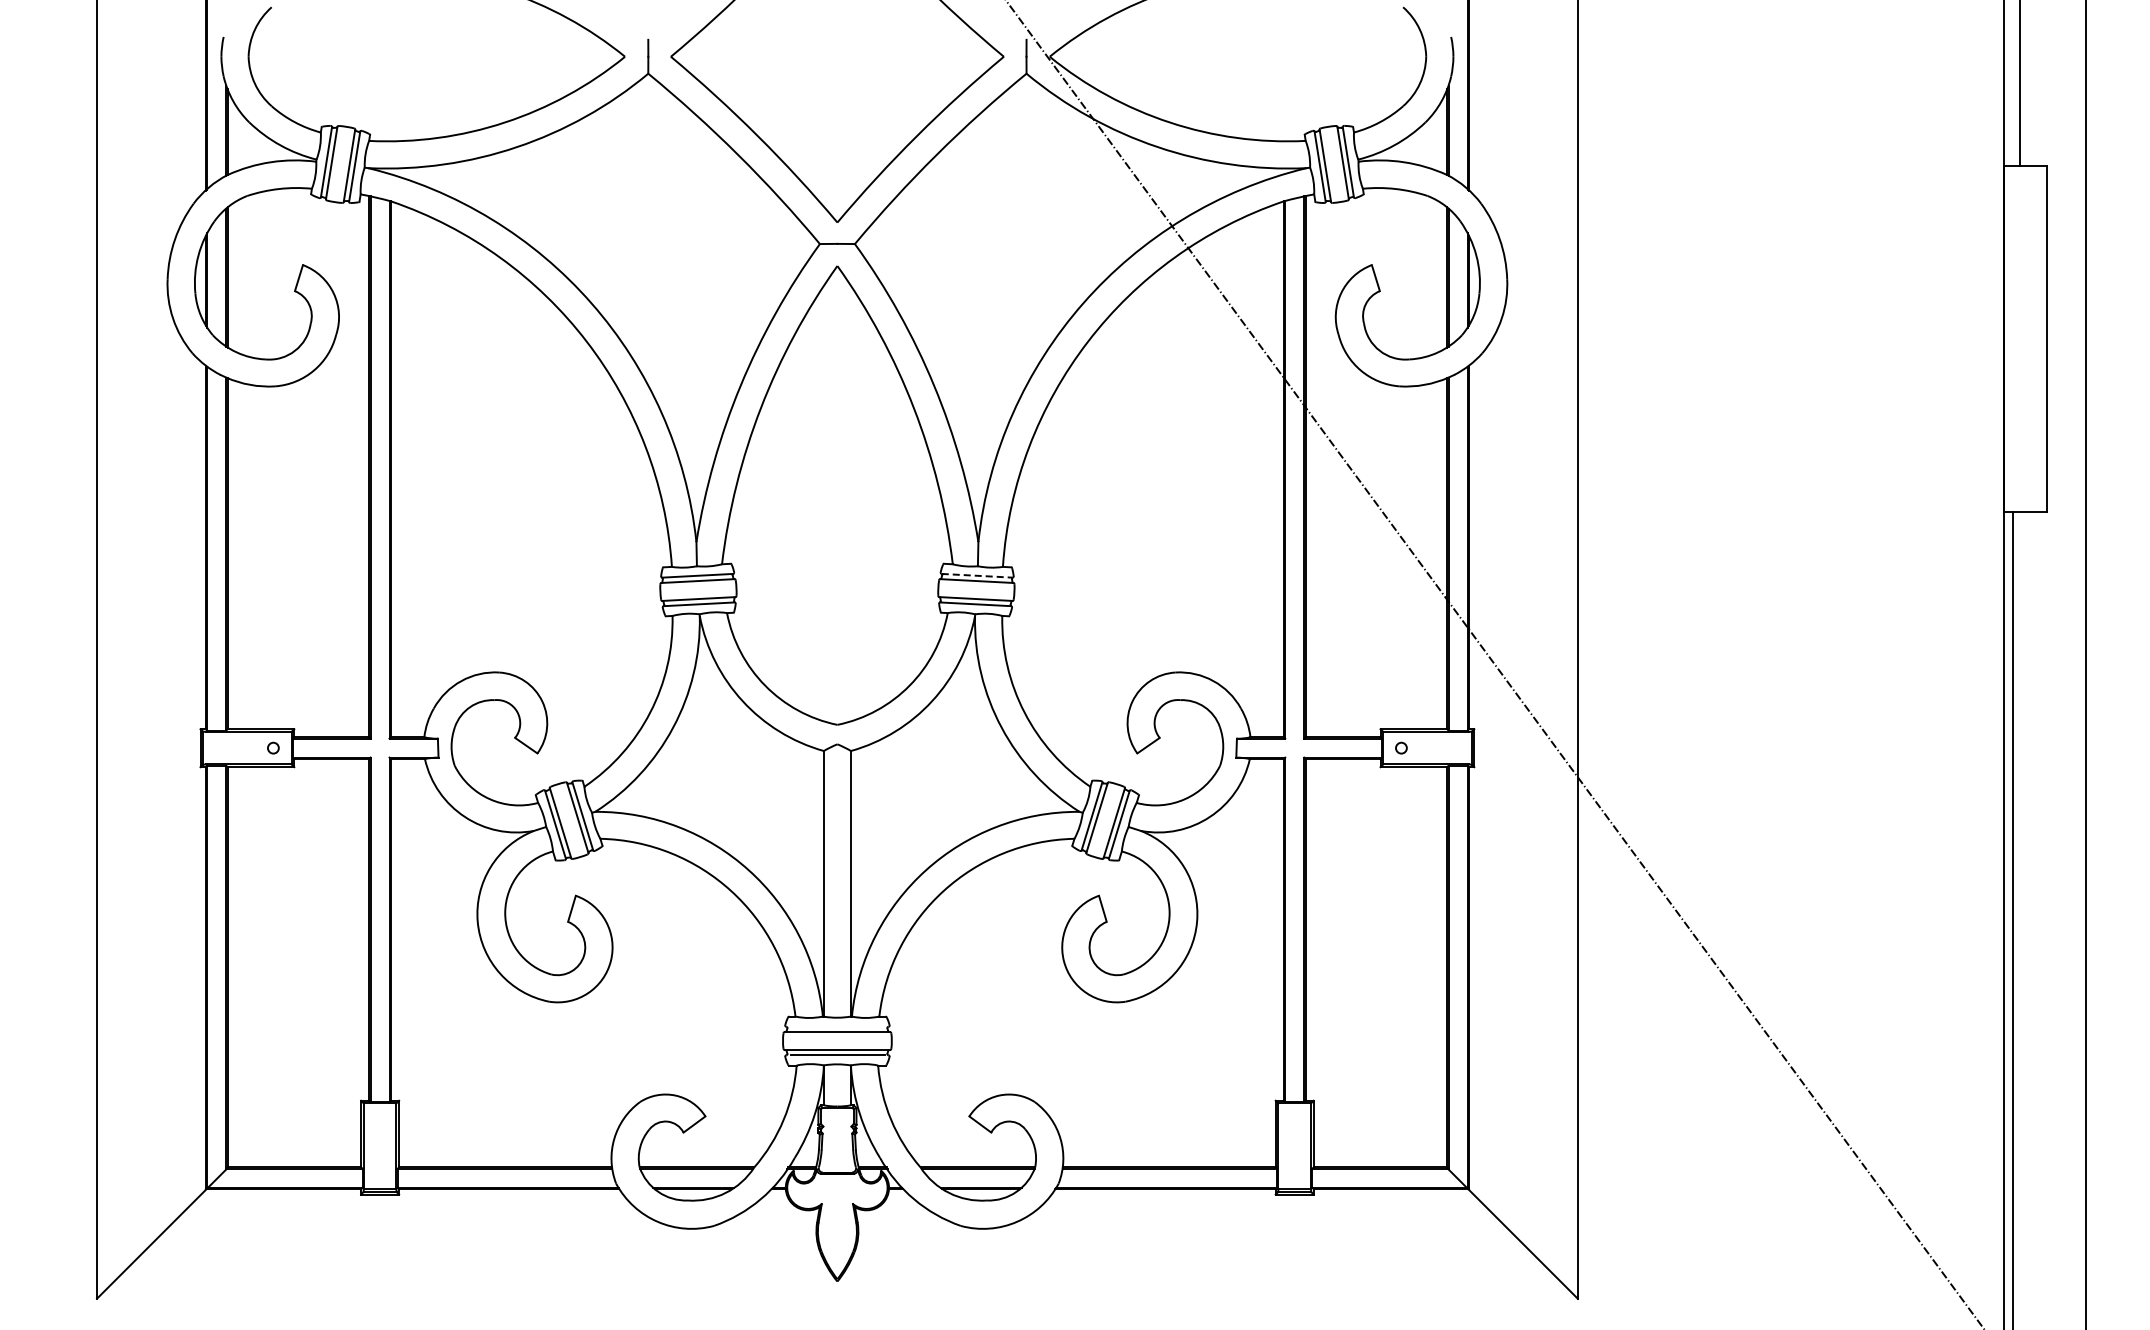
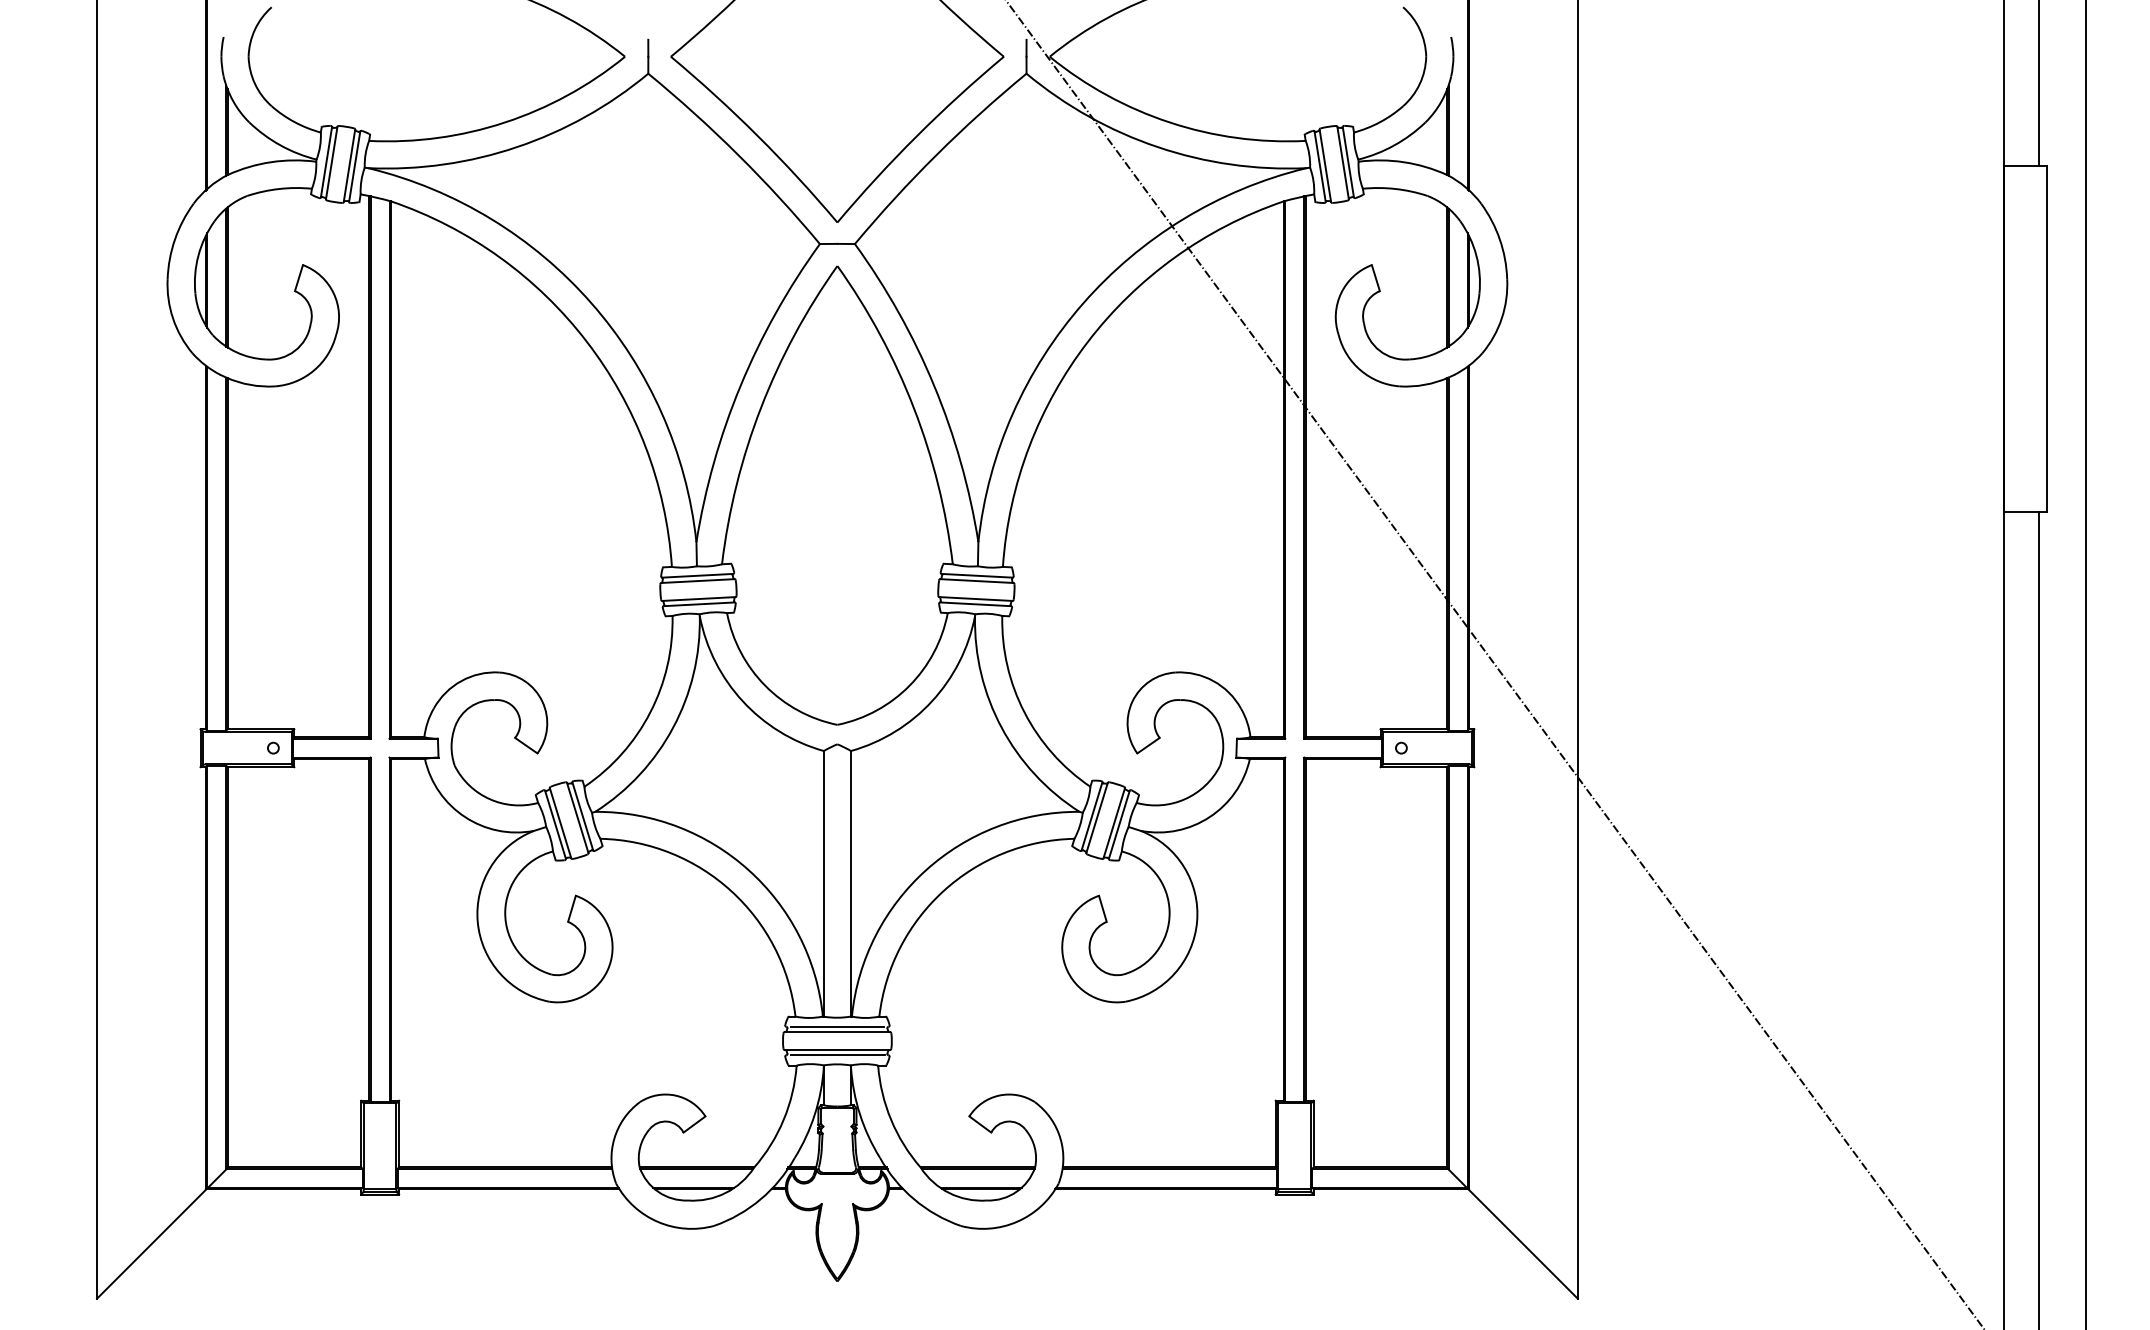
line at (2020, 84) position: (2020, 84) -> (2039, 84)
line at (977, 575): dashed -> solid
line at (2013, 919) position: (2013, 919) -> (2039, 919)
line at (837, 1026): none -> present
